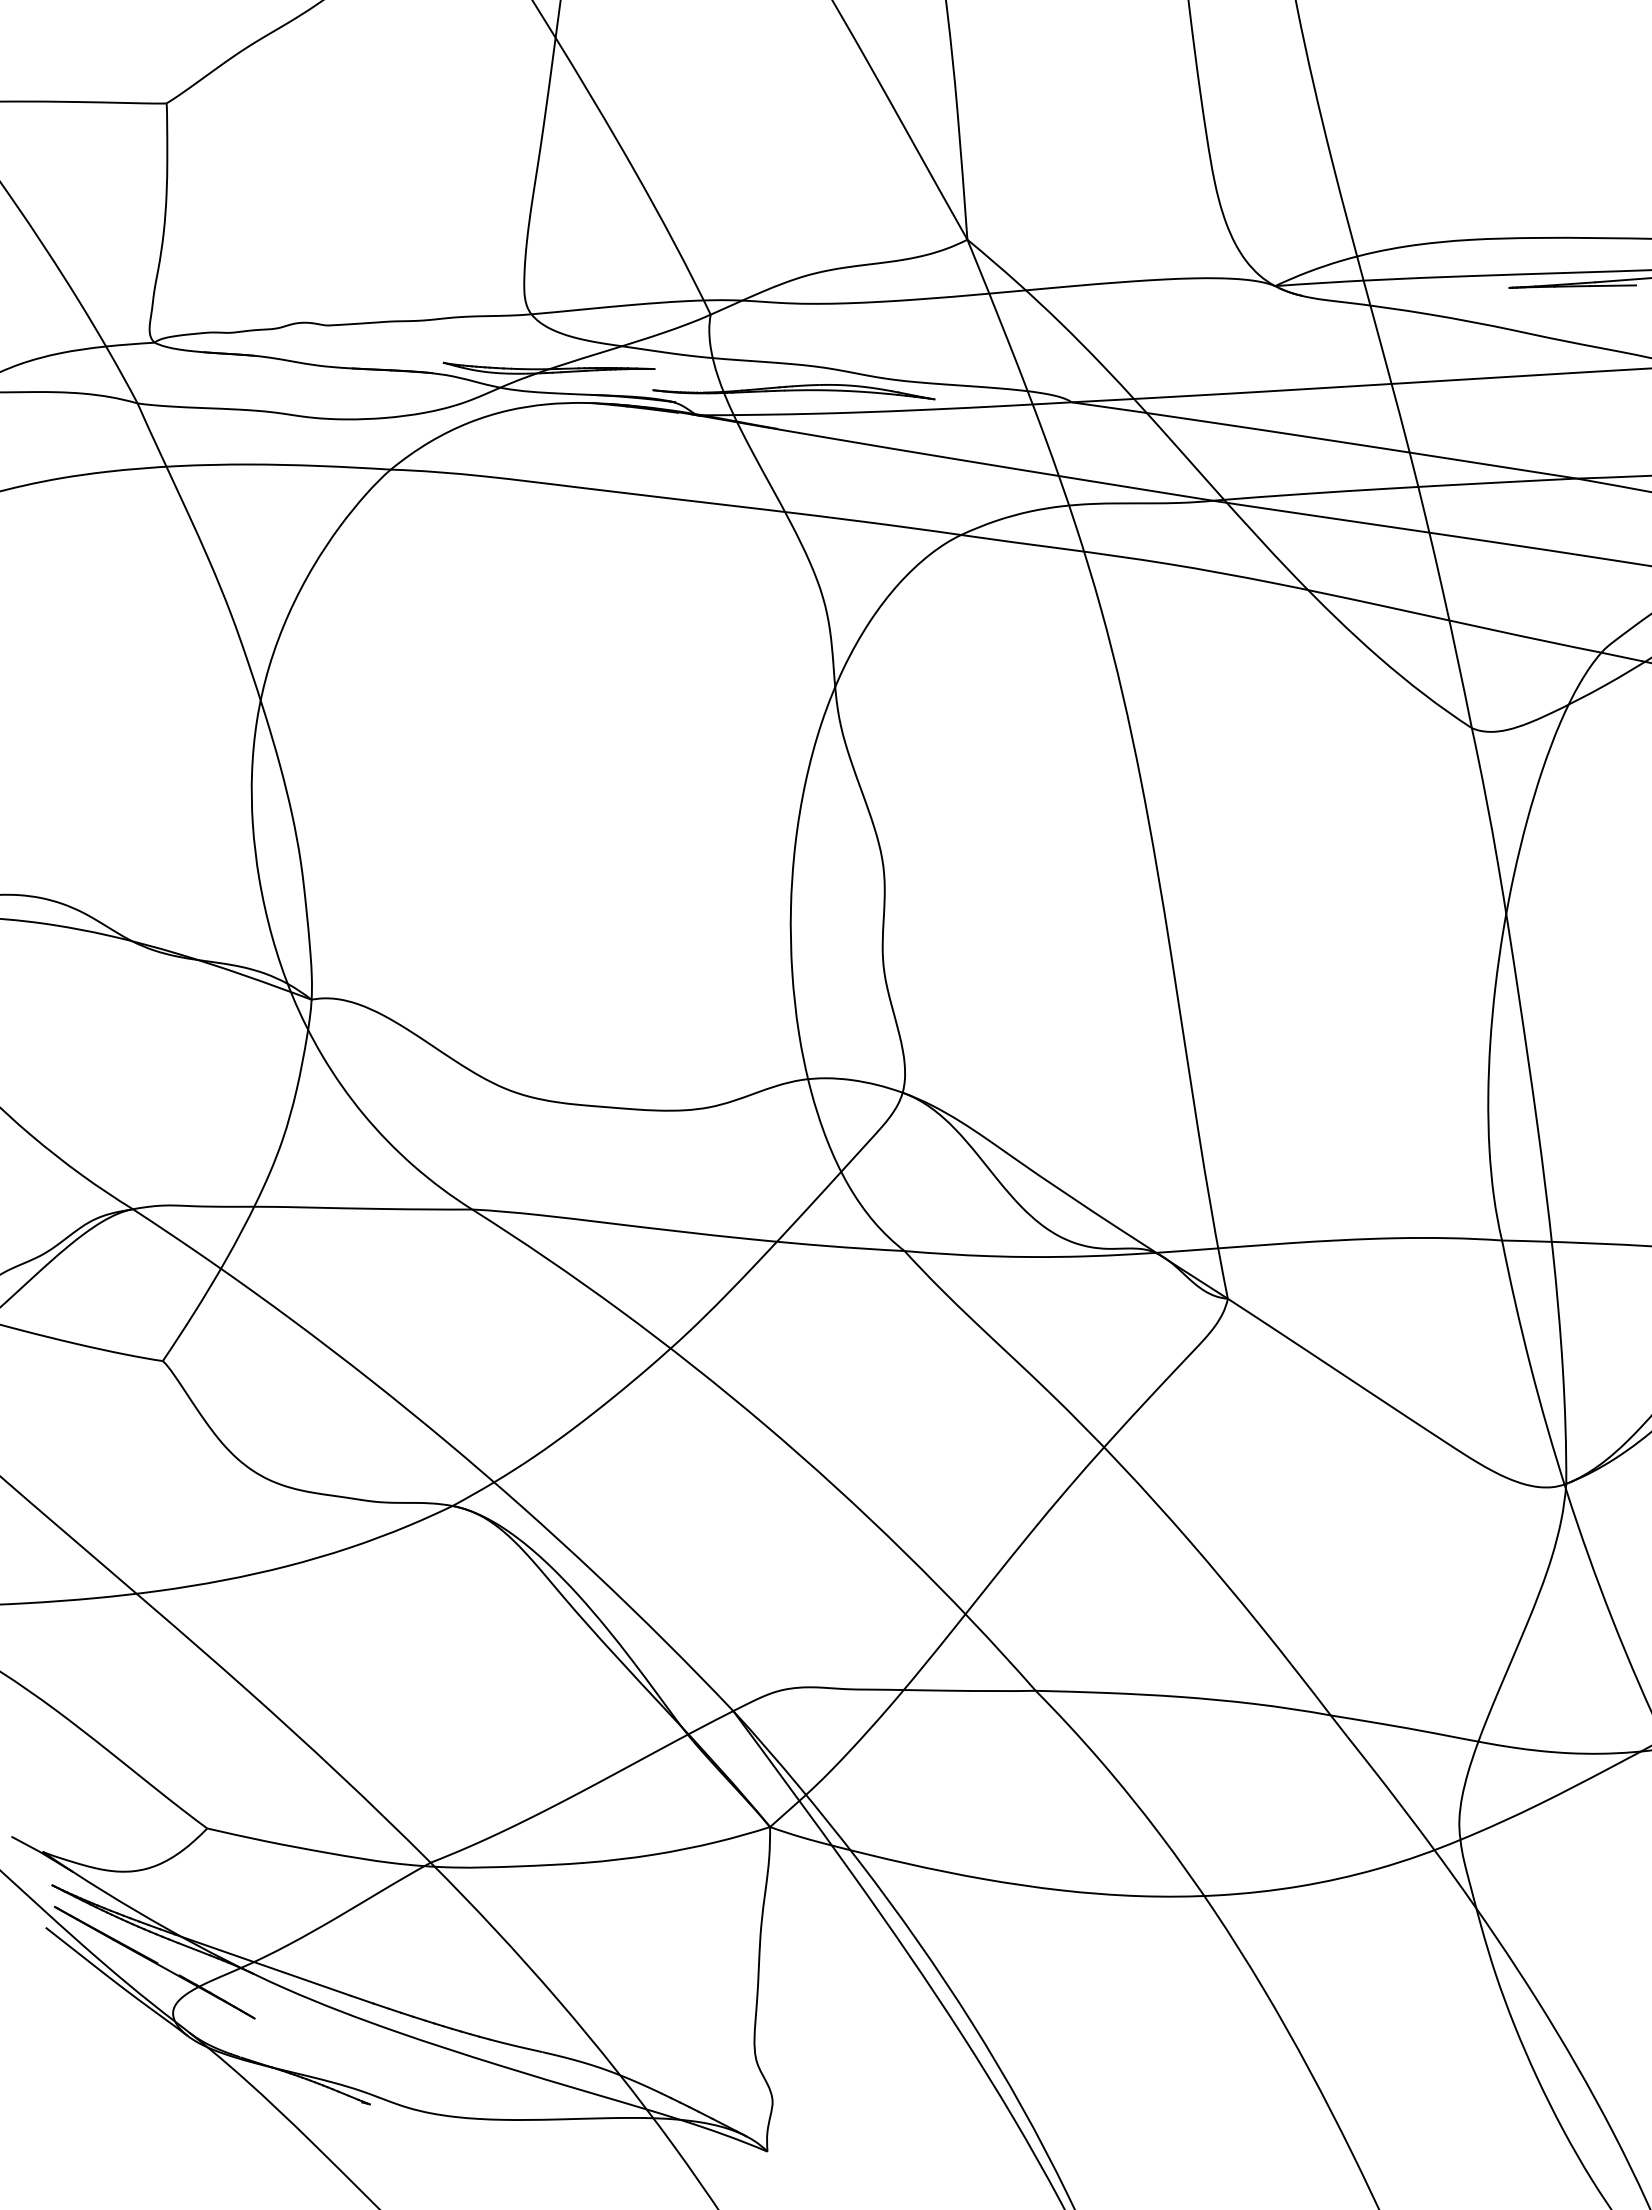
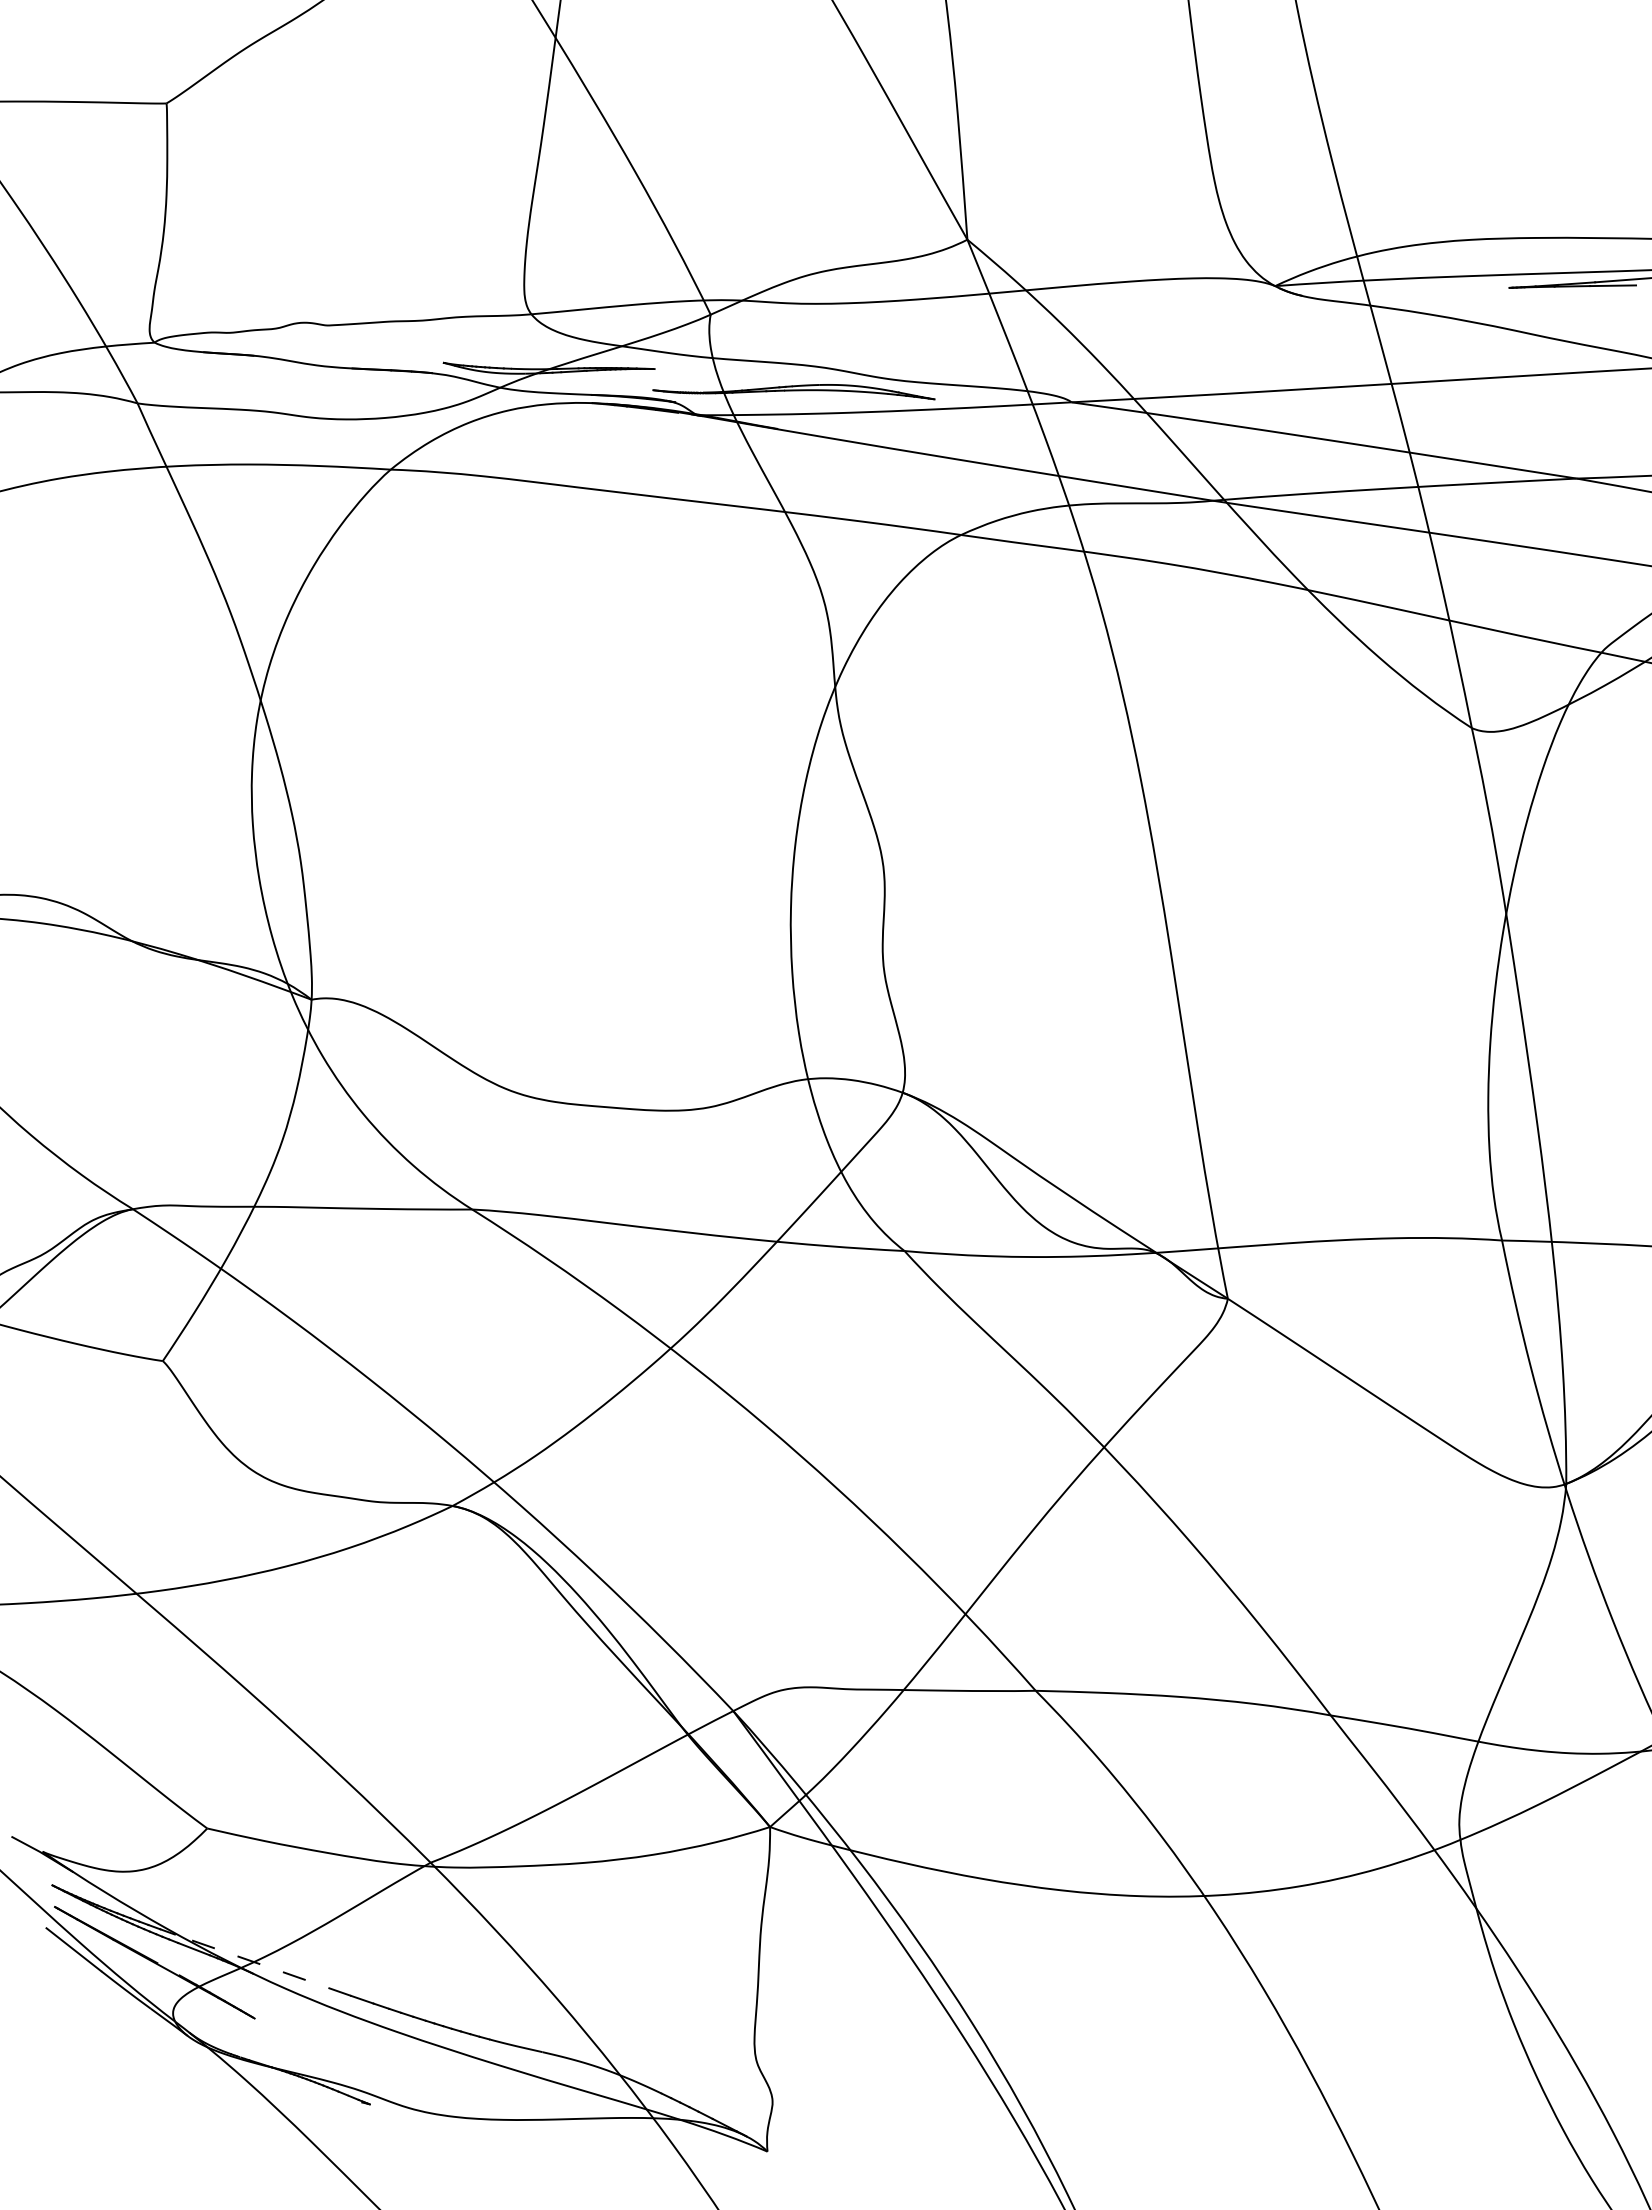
line at (262, 1965): solid -> dashed
